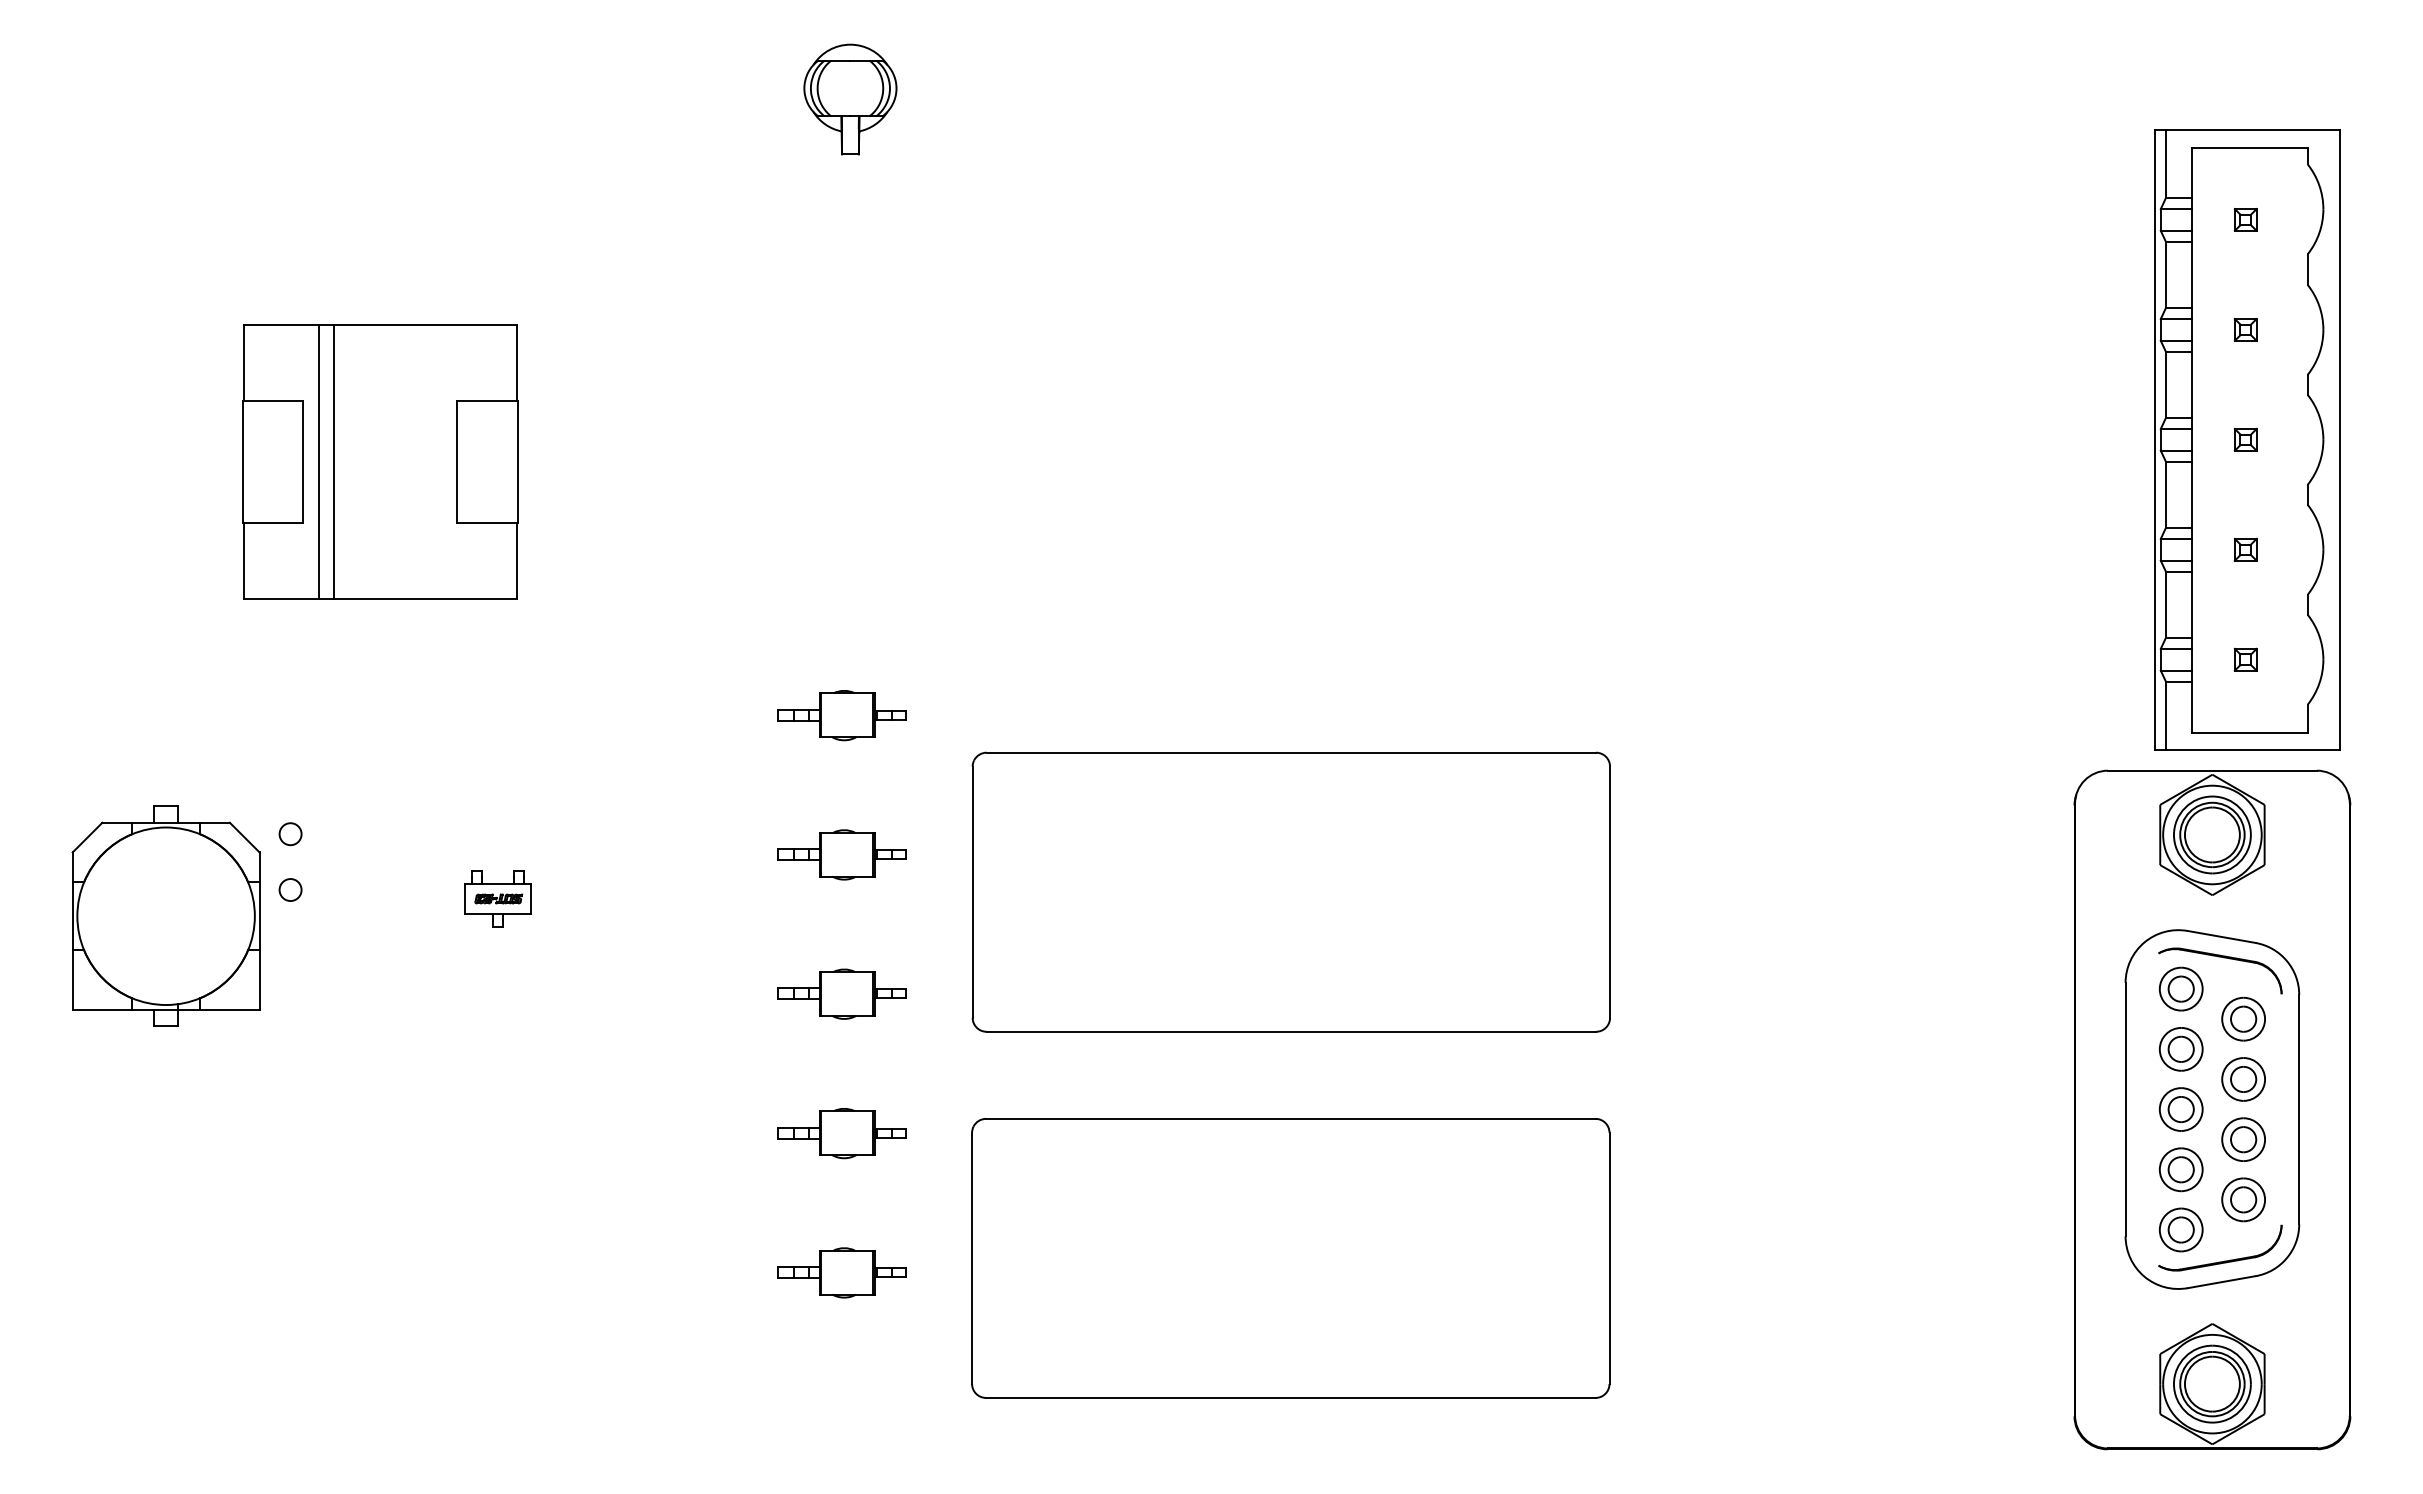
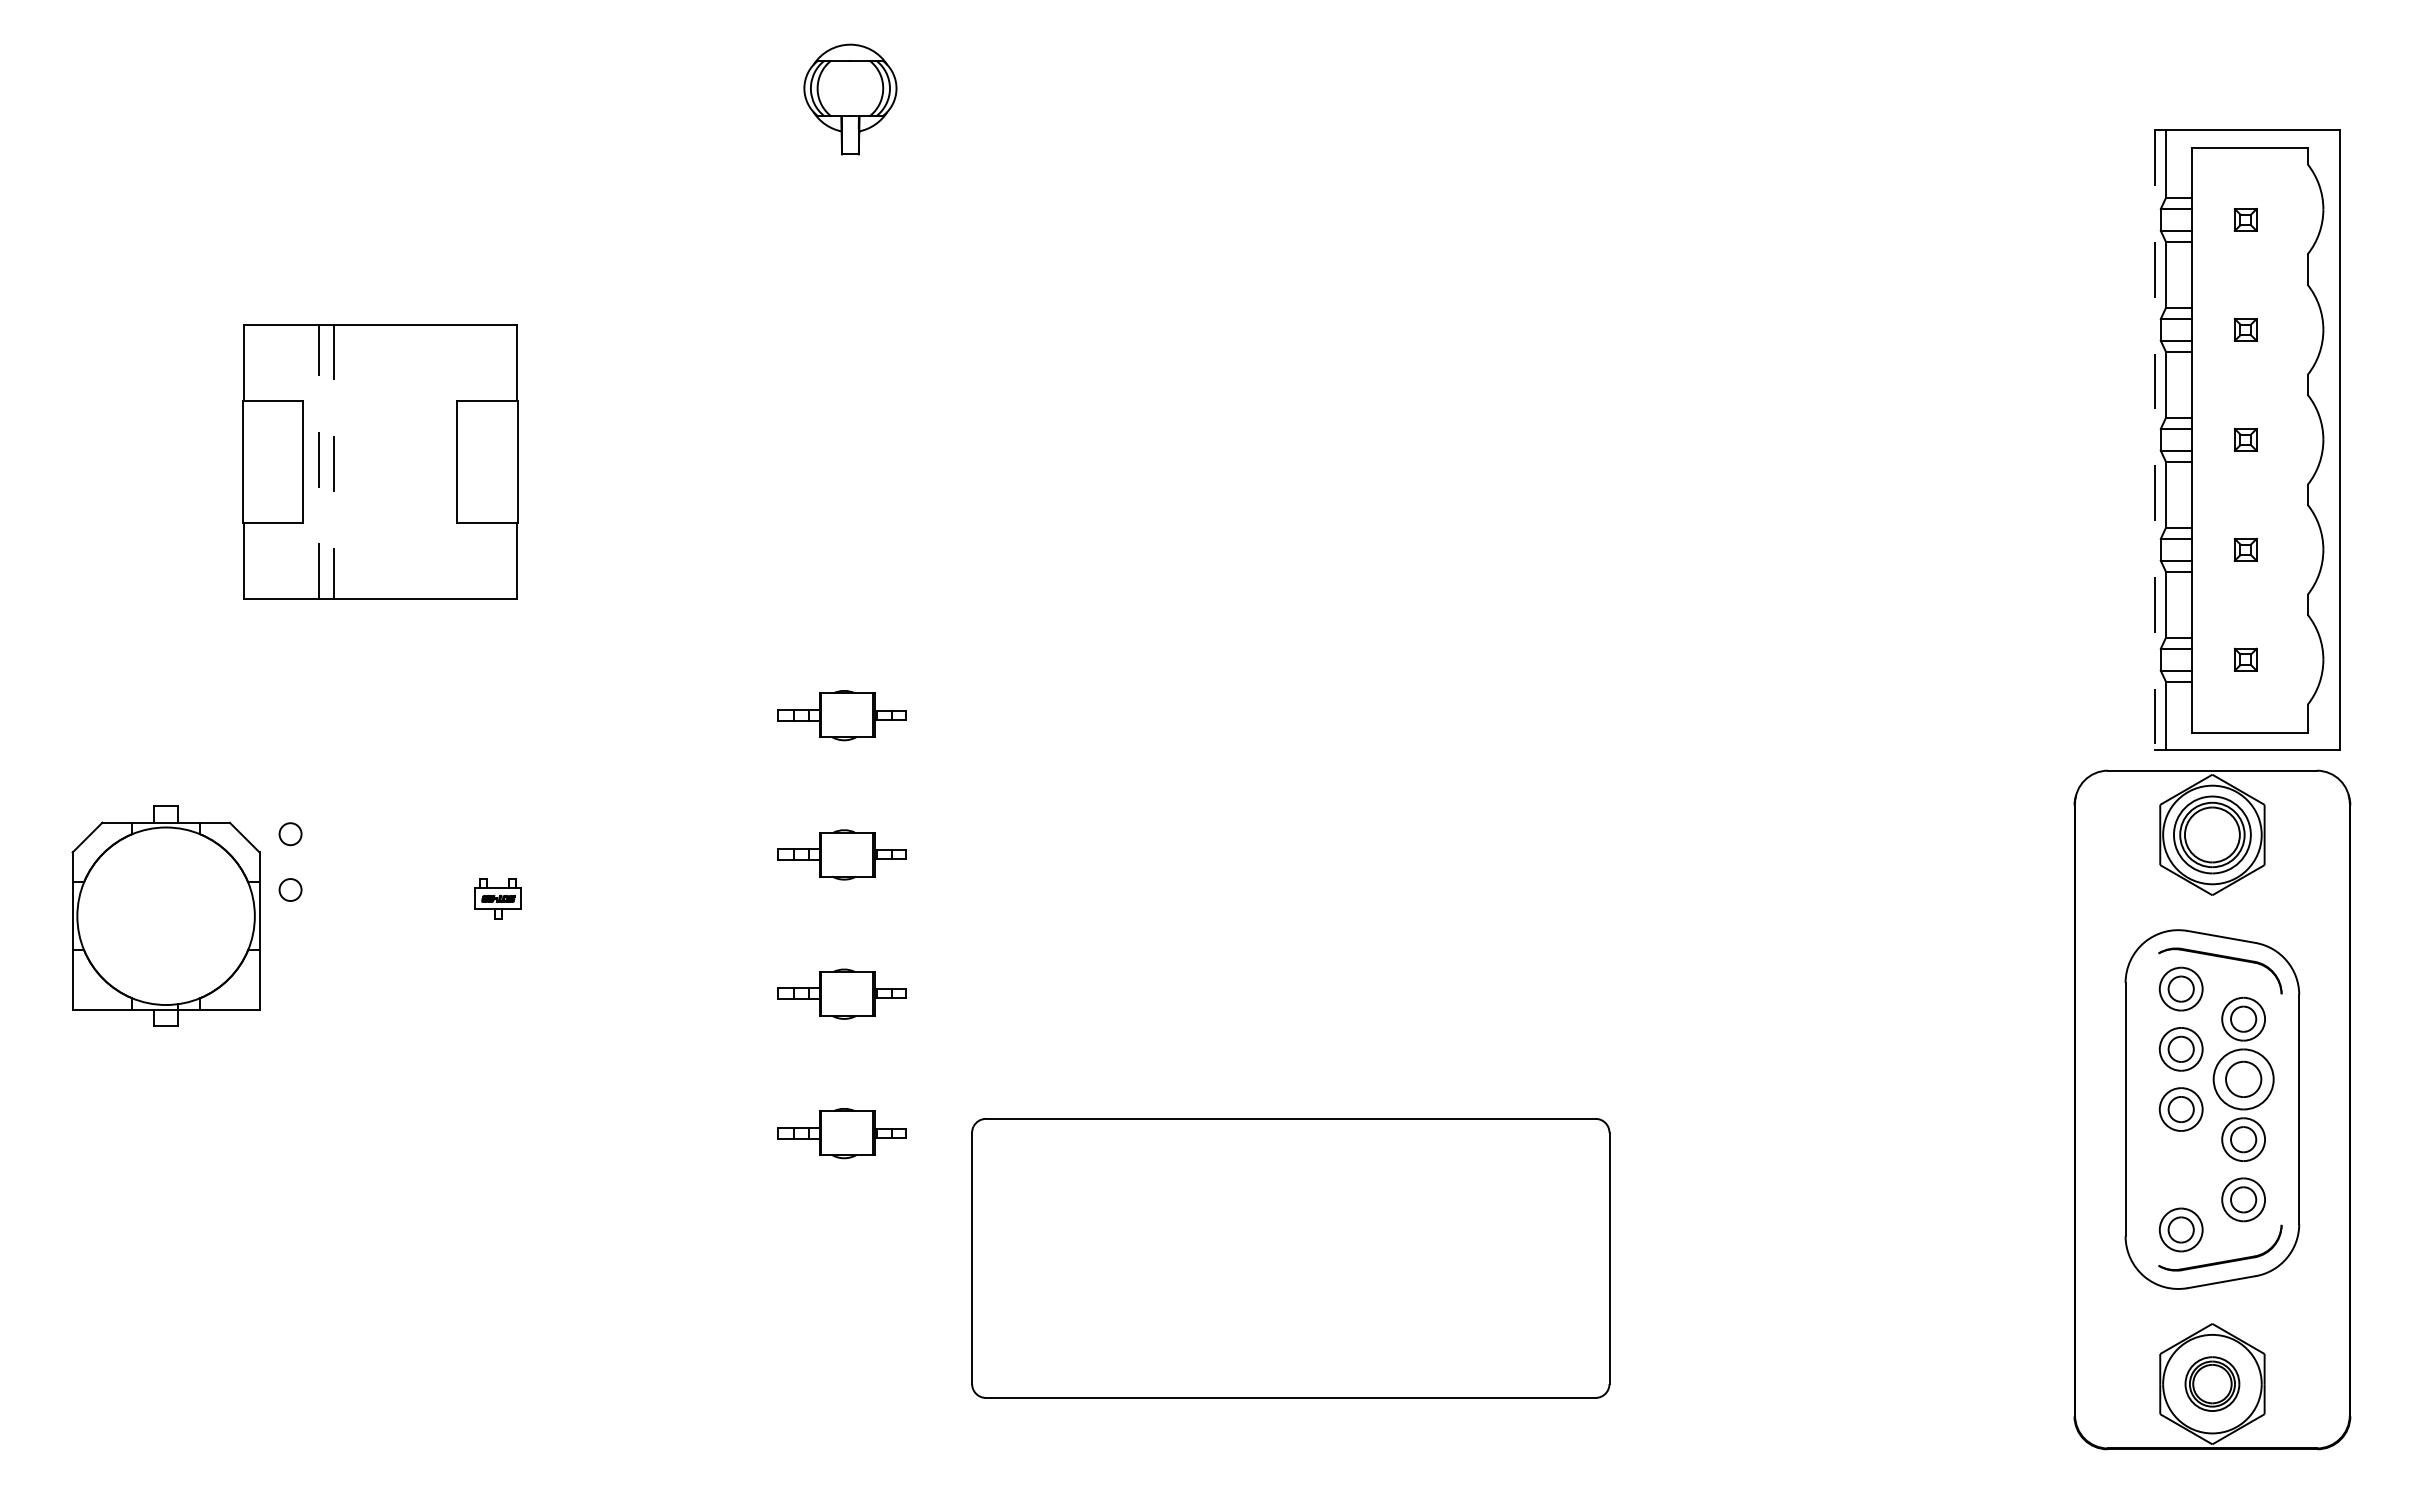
line at (2154, 440): solid -> dashed
line at (318, 461): solid -> dashed
line at (334, 462): solid -> dashed
part at (1290, 891): present -> none
part at (497, 898) size: 68x58 px -> 48x42 px
part at (2243, 1079) size: 45x45 px -> 63x63 px
part at (2180, 1169): present -> none
part at (841, 1272): present -> none
part at (2212, 1383) size: 79x80 px -> 57x56 px
